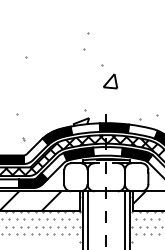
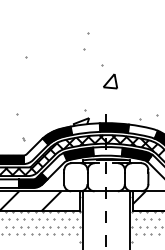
line at (87, 218): present -> none
line at (124, 218): present -> none
